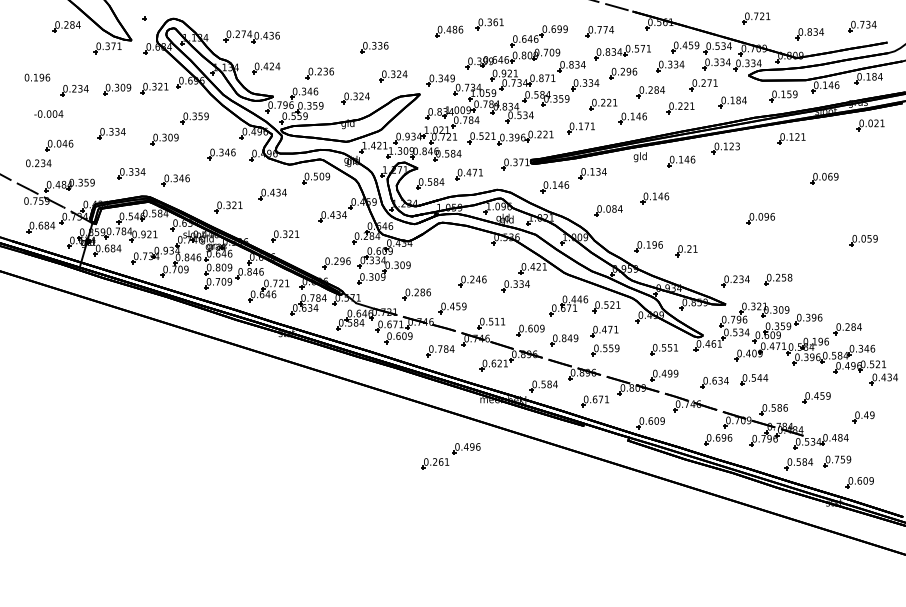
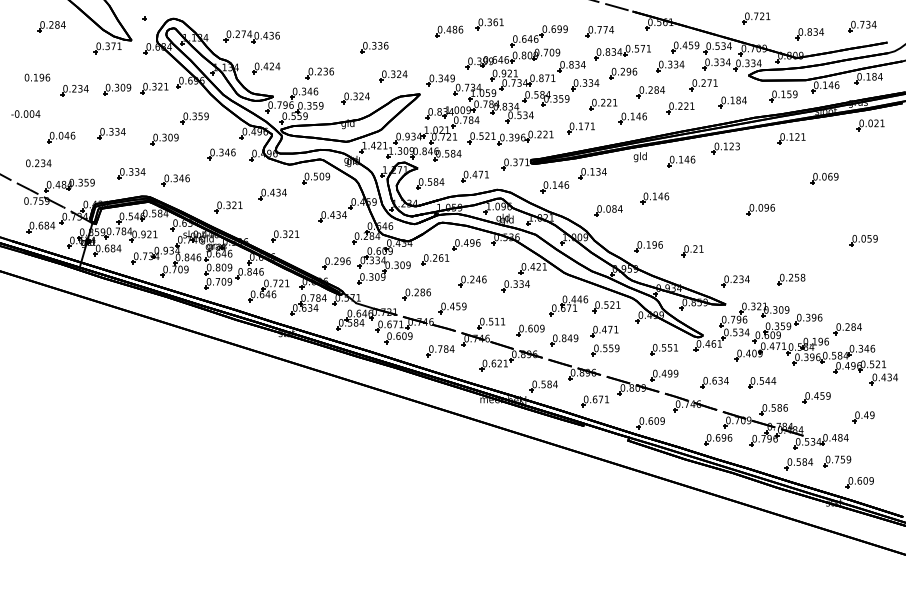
part at (66, 26) position: (66, 26) -> (51, 26)
text at (48, 113) position: (48, 113) -> (25, 113)
part at (59, 145) position: (59, 145) -> (61, 137)
part at (468, 174) position: (468, 174) -> (474, 176)
part at (760, 218) position: (760, 218) -> (760, 209)
part at (686, 251) position: (686, 251) -> (692, 251)
part at (778, 279) position: (778, 279) -> (791, 279)
part at (754, 379) position: (754, 379) -> (762, 382)
part at (450, 456) position: (450, 456) -> (450, 252)
